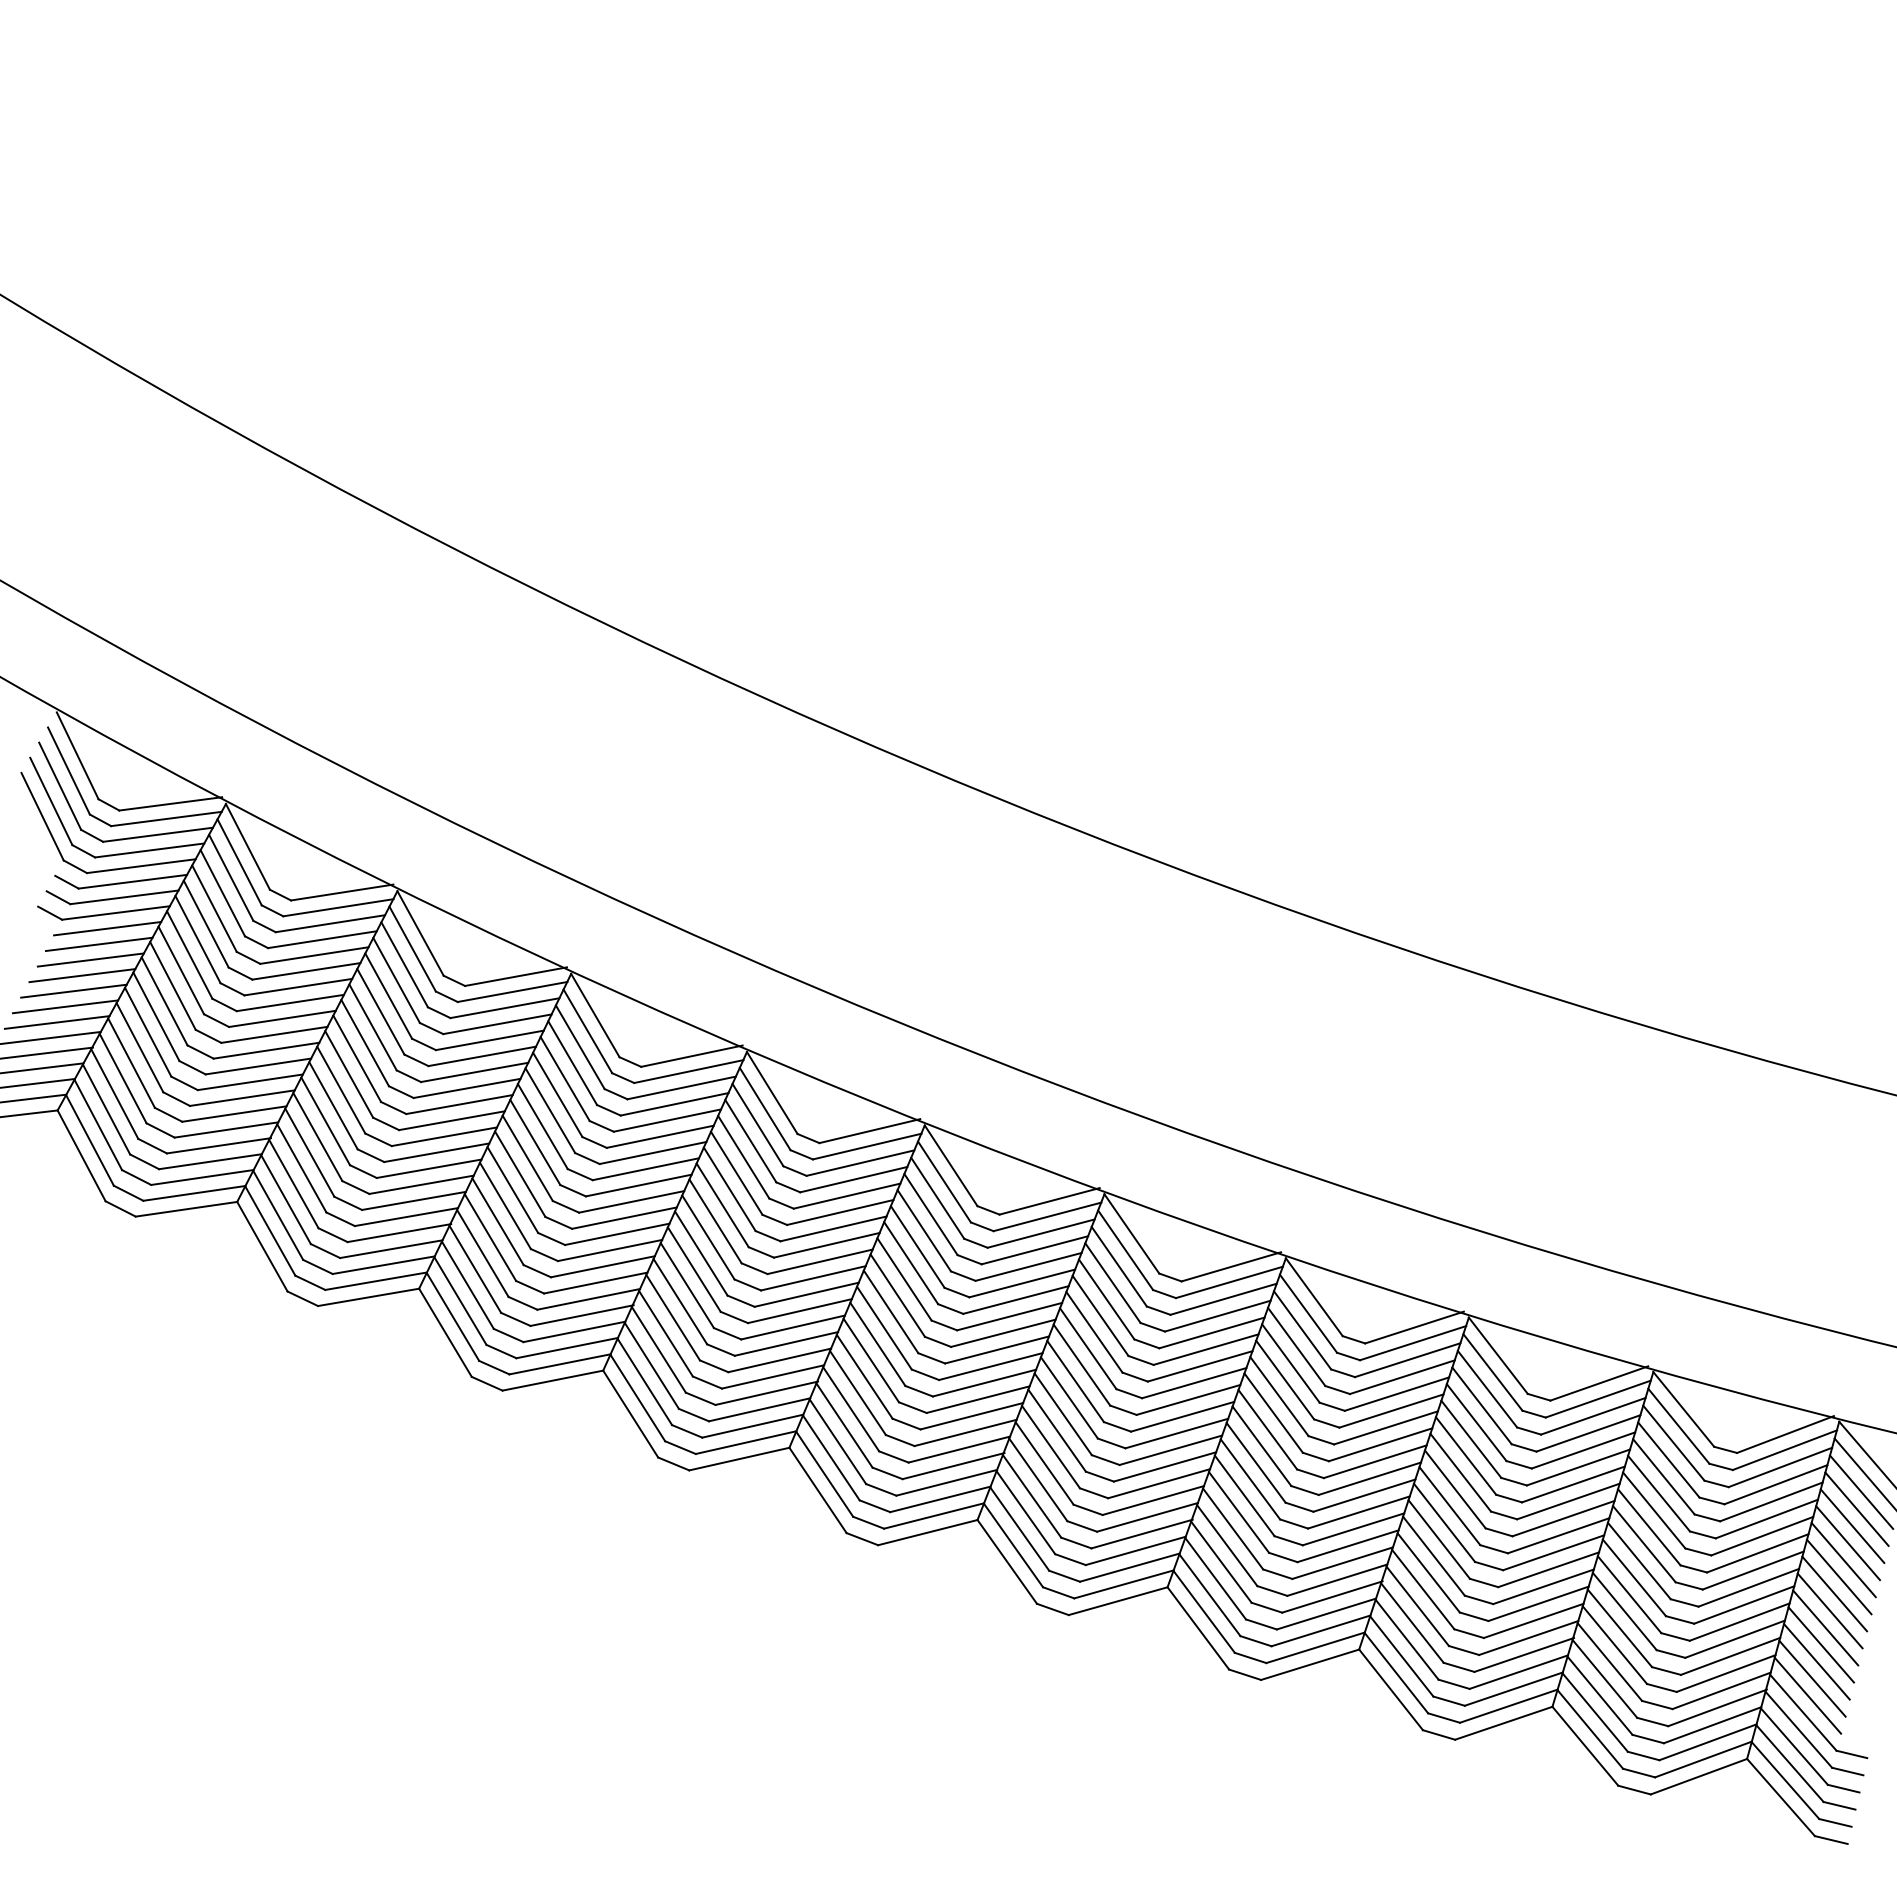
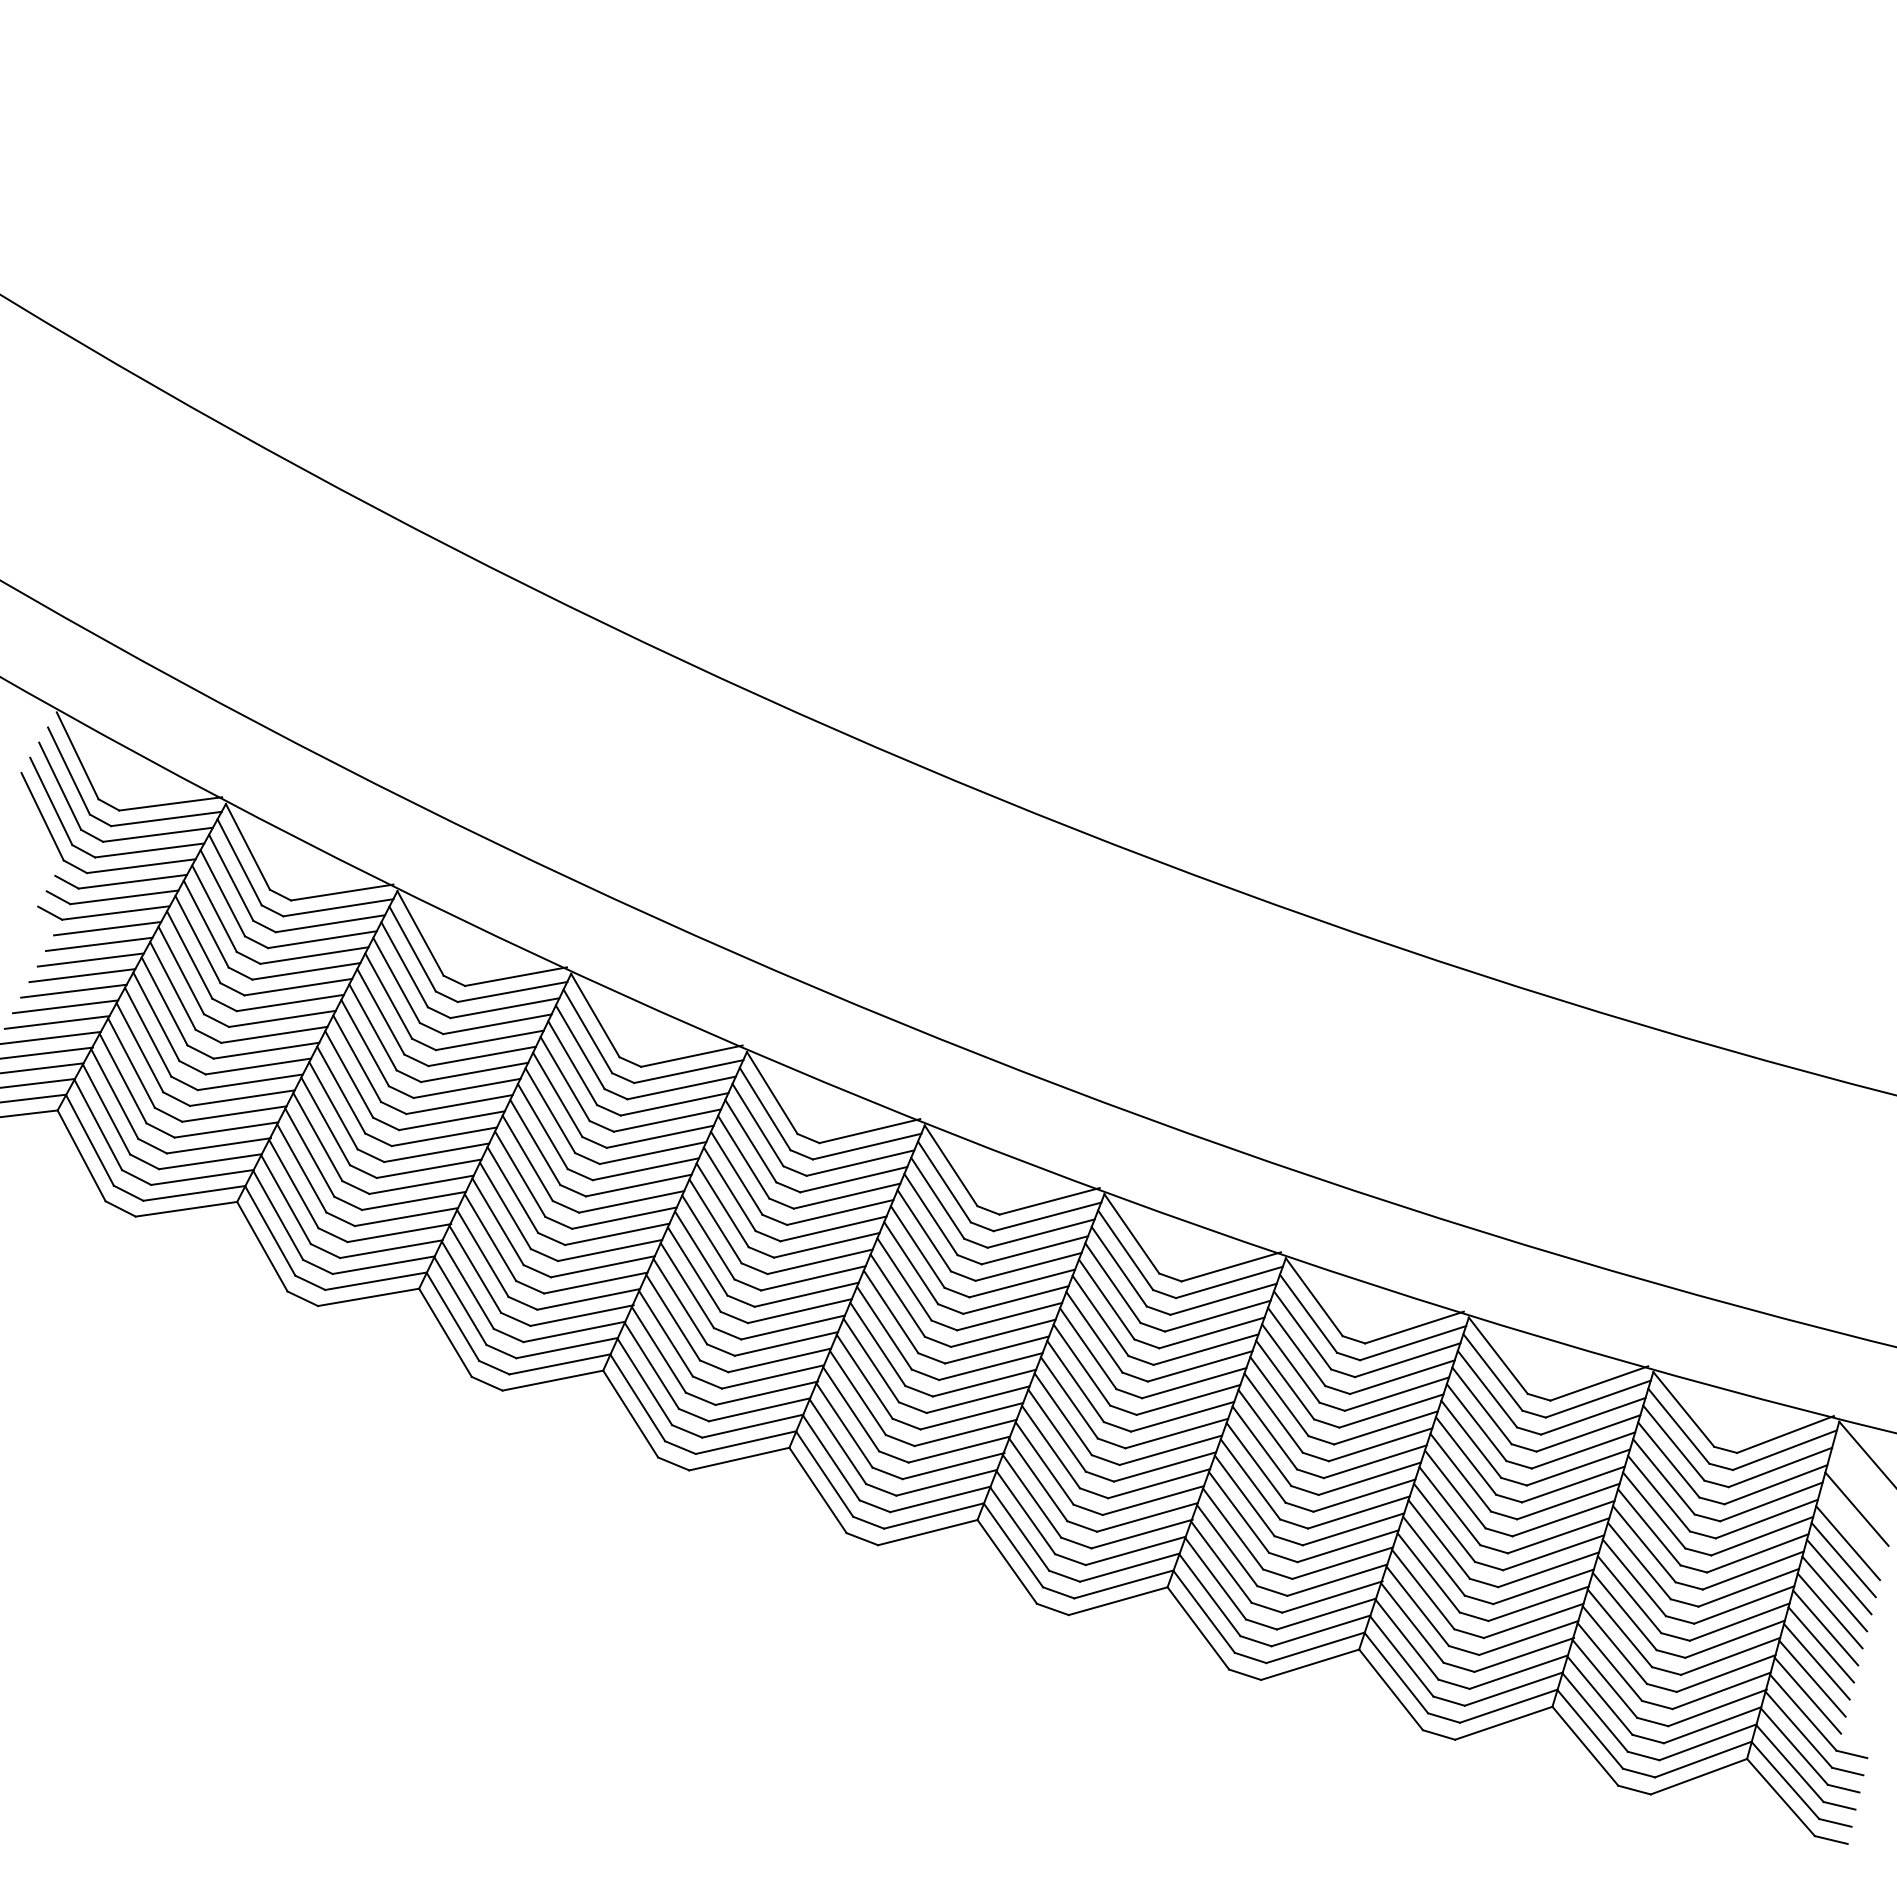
line at (1863, 1472): present -> none
line at (1861, 1491): present -> none
line at (1852, 1525): present -> none
